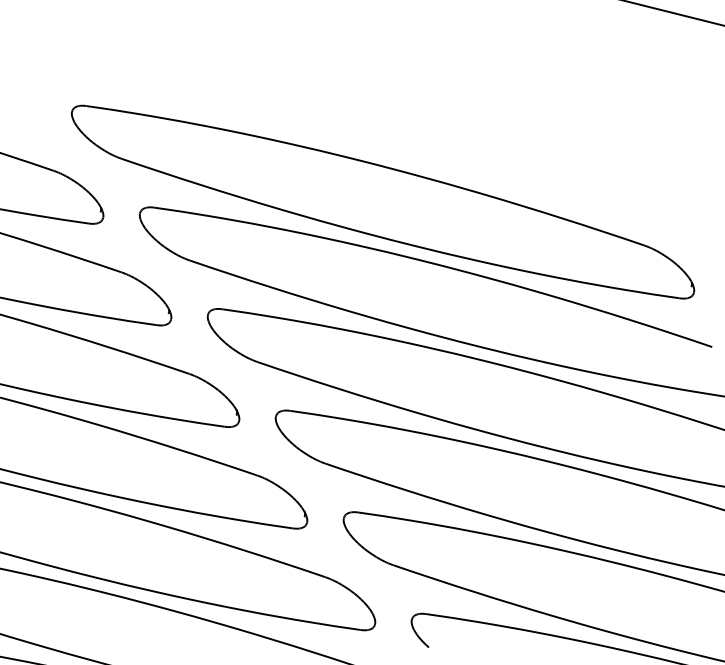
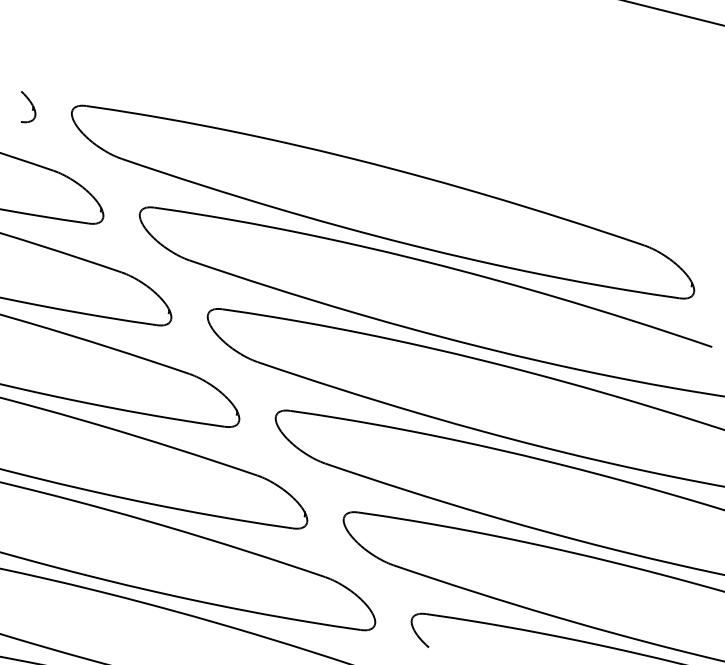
part at (28, 107): none -> present
